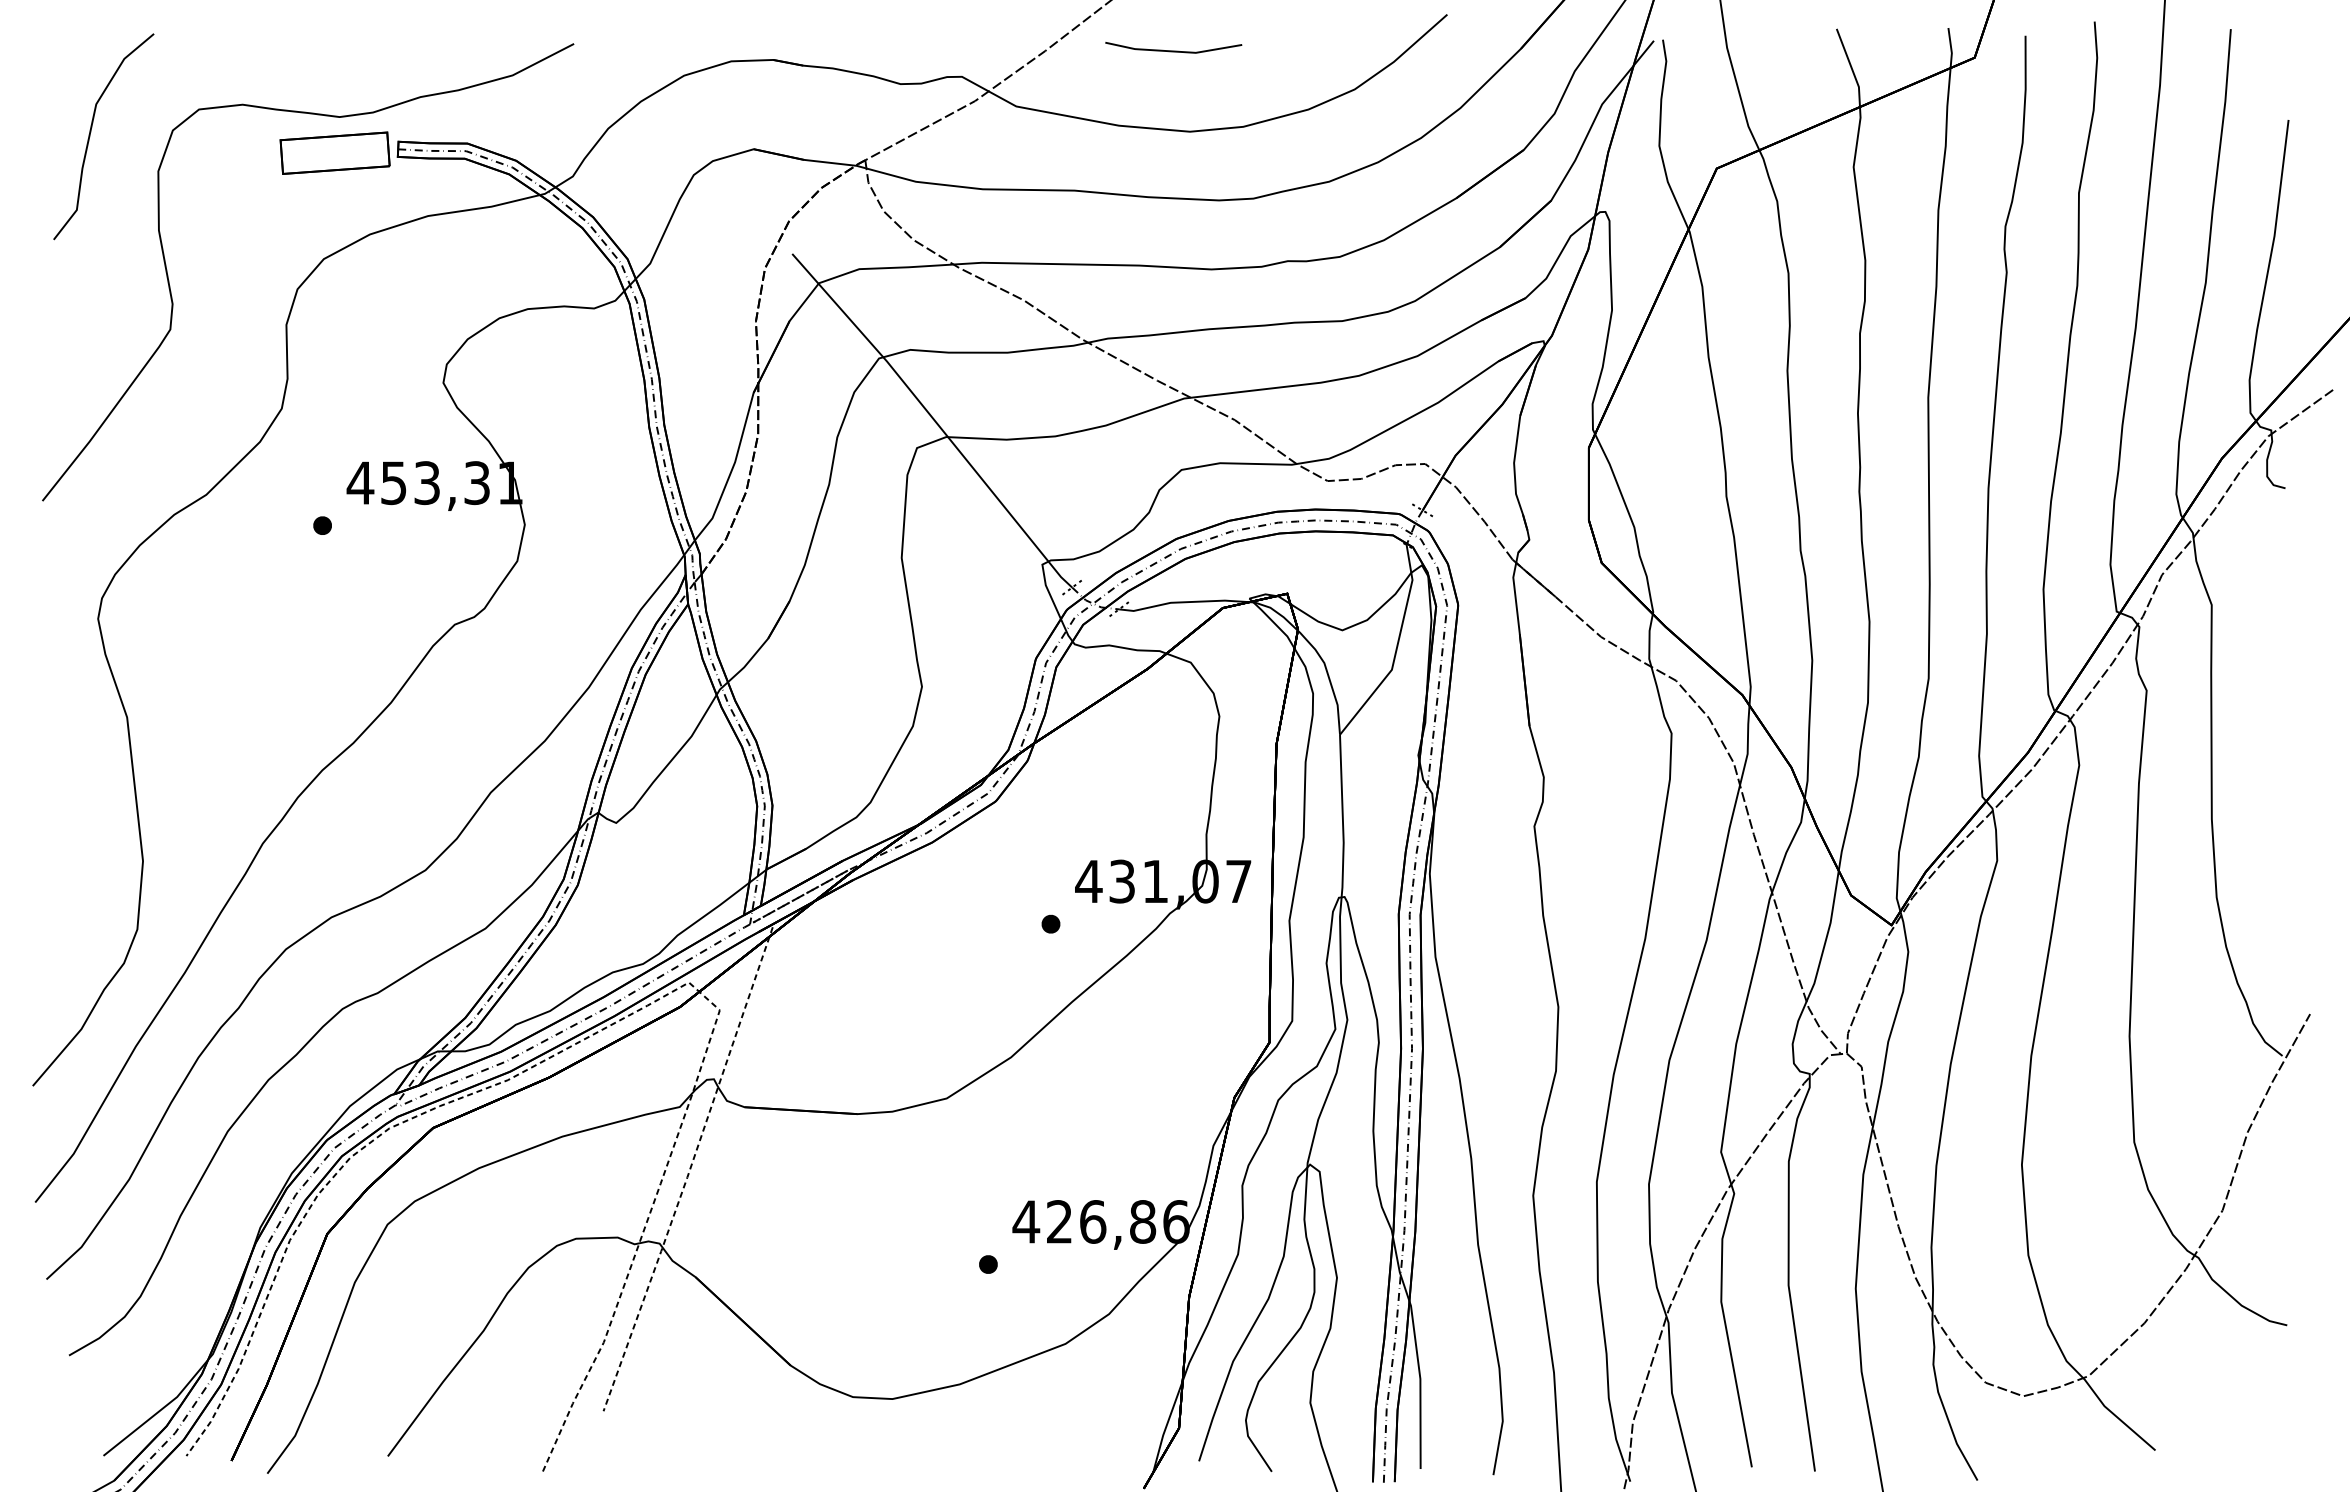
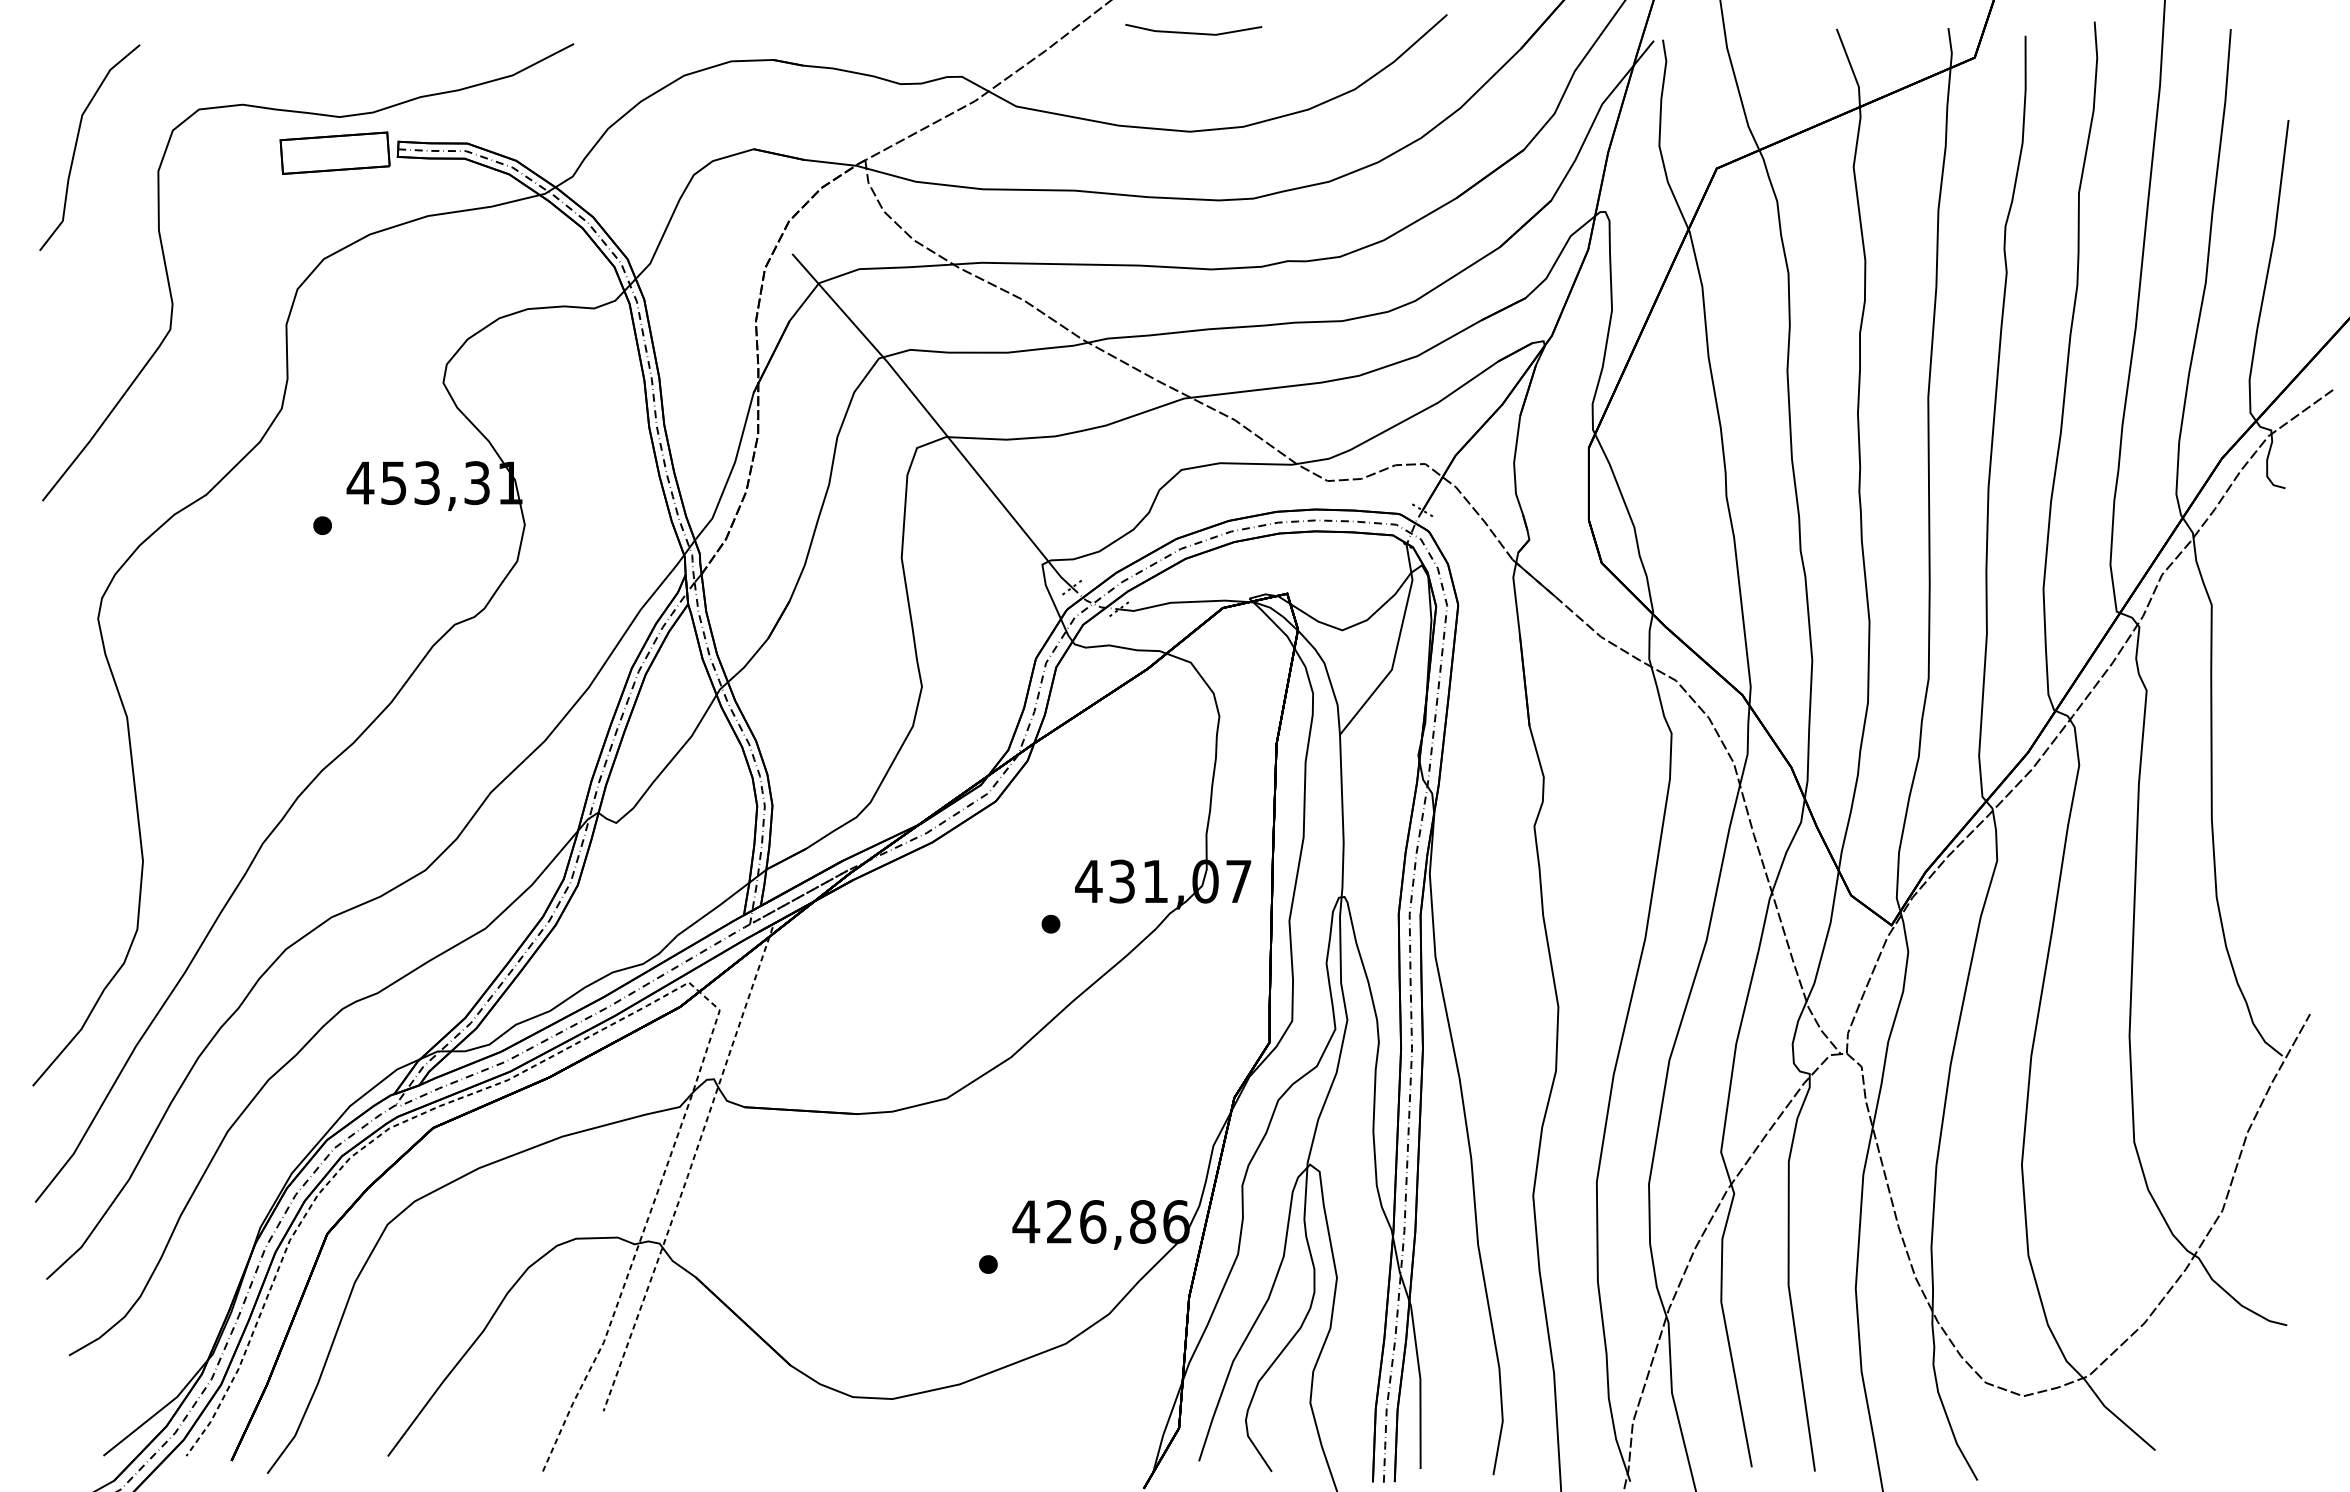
line at (1173, 50) position: (1173, 50) -> (1193, 32)
curve at (91, 132) position: (91, 132) -> (77, 143)
